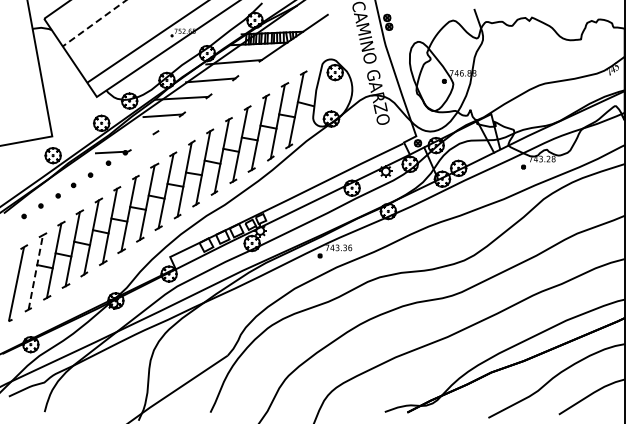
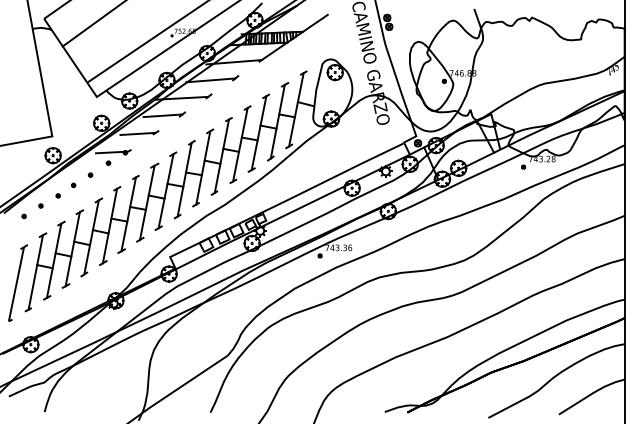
line at (94, 23): dashed -> solid
line at (137, 133): none -> present
line at (35, 272): dashed -> solid
